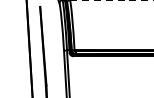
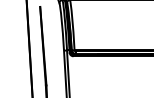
line at (112, 0): dashed -> solid
